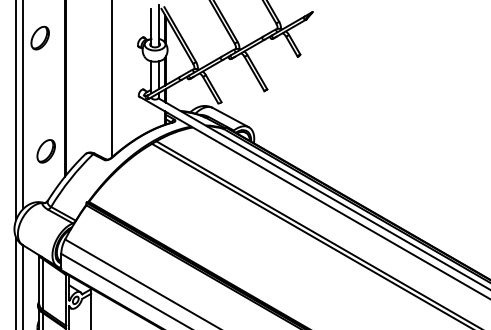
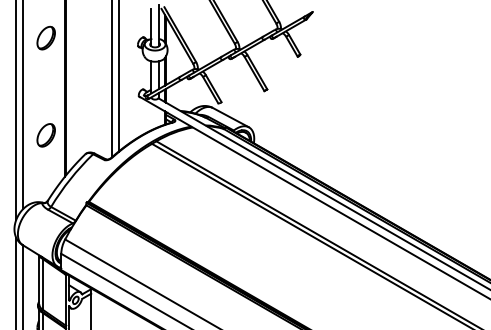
part at (39, 37) position: (39, 37) -> (45, 37)
line at (118, 76): none -> present
part at (45, 151) position: (45, 151) -> (45, 135)
